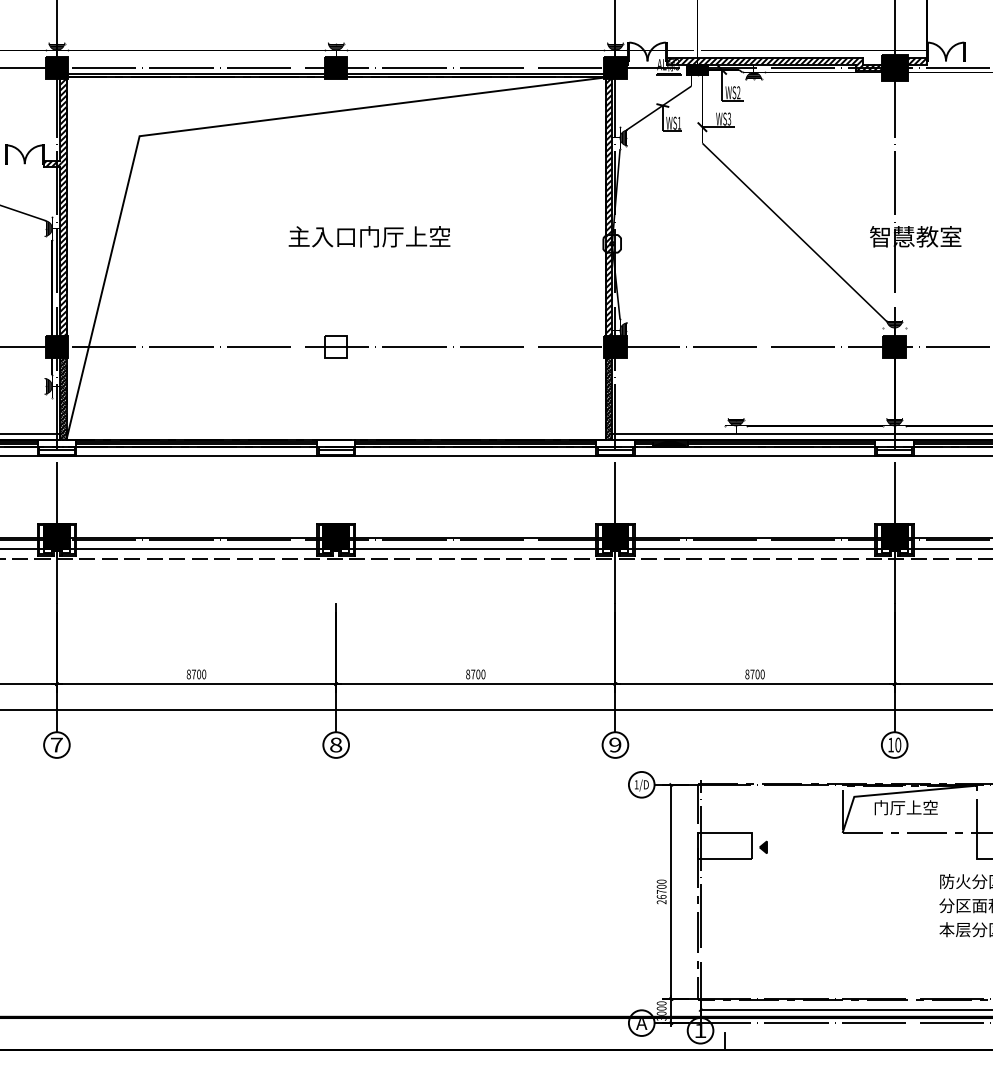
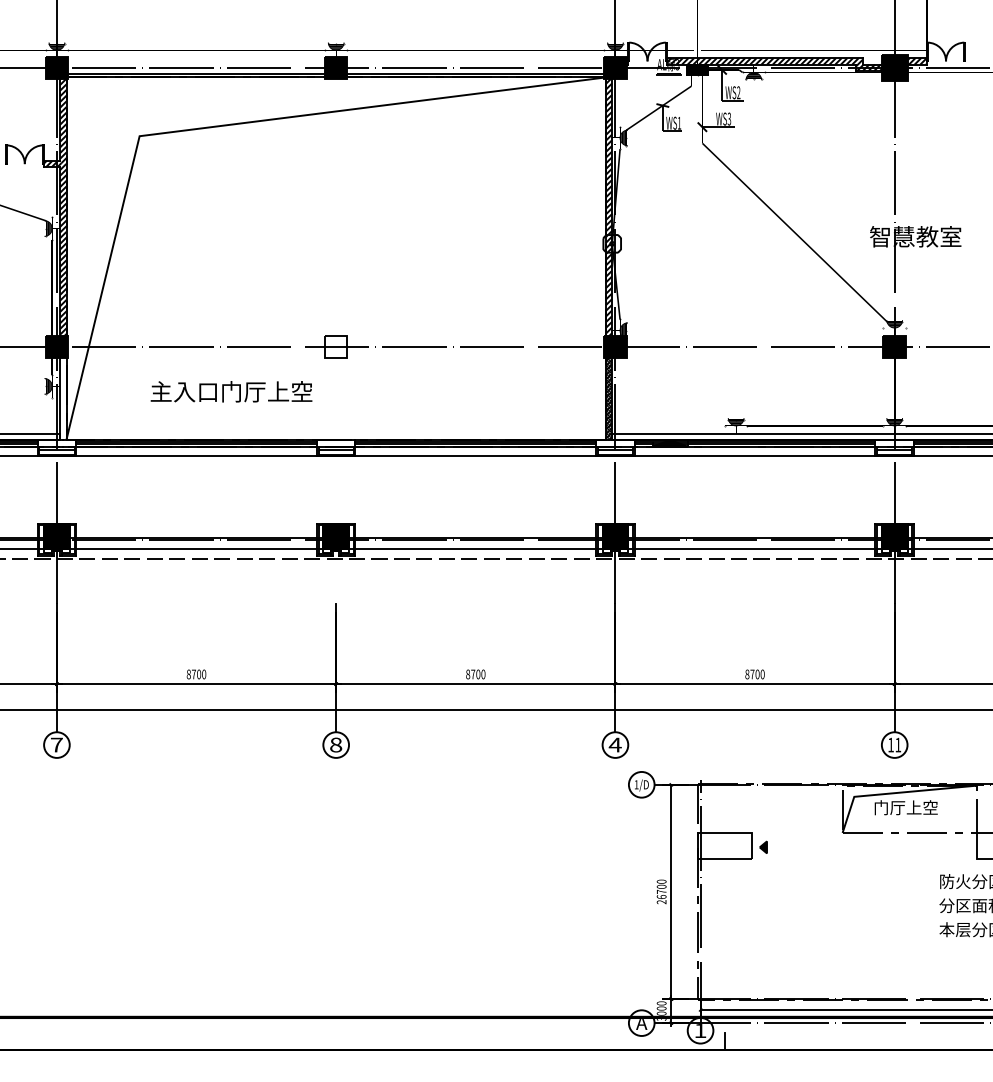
text at (369, 236) position: (369, 236) -> (231, 391)
hatch at (63, 398): present -> none
text at (614, 744): 9 -> 4
text at (898, 744): 10 -> 11
